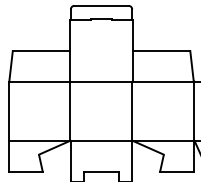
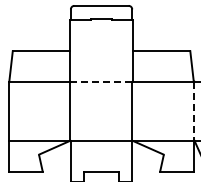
line at (101, 81): solid -> dashed
line at (194, 111): solid -> dashed
